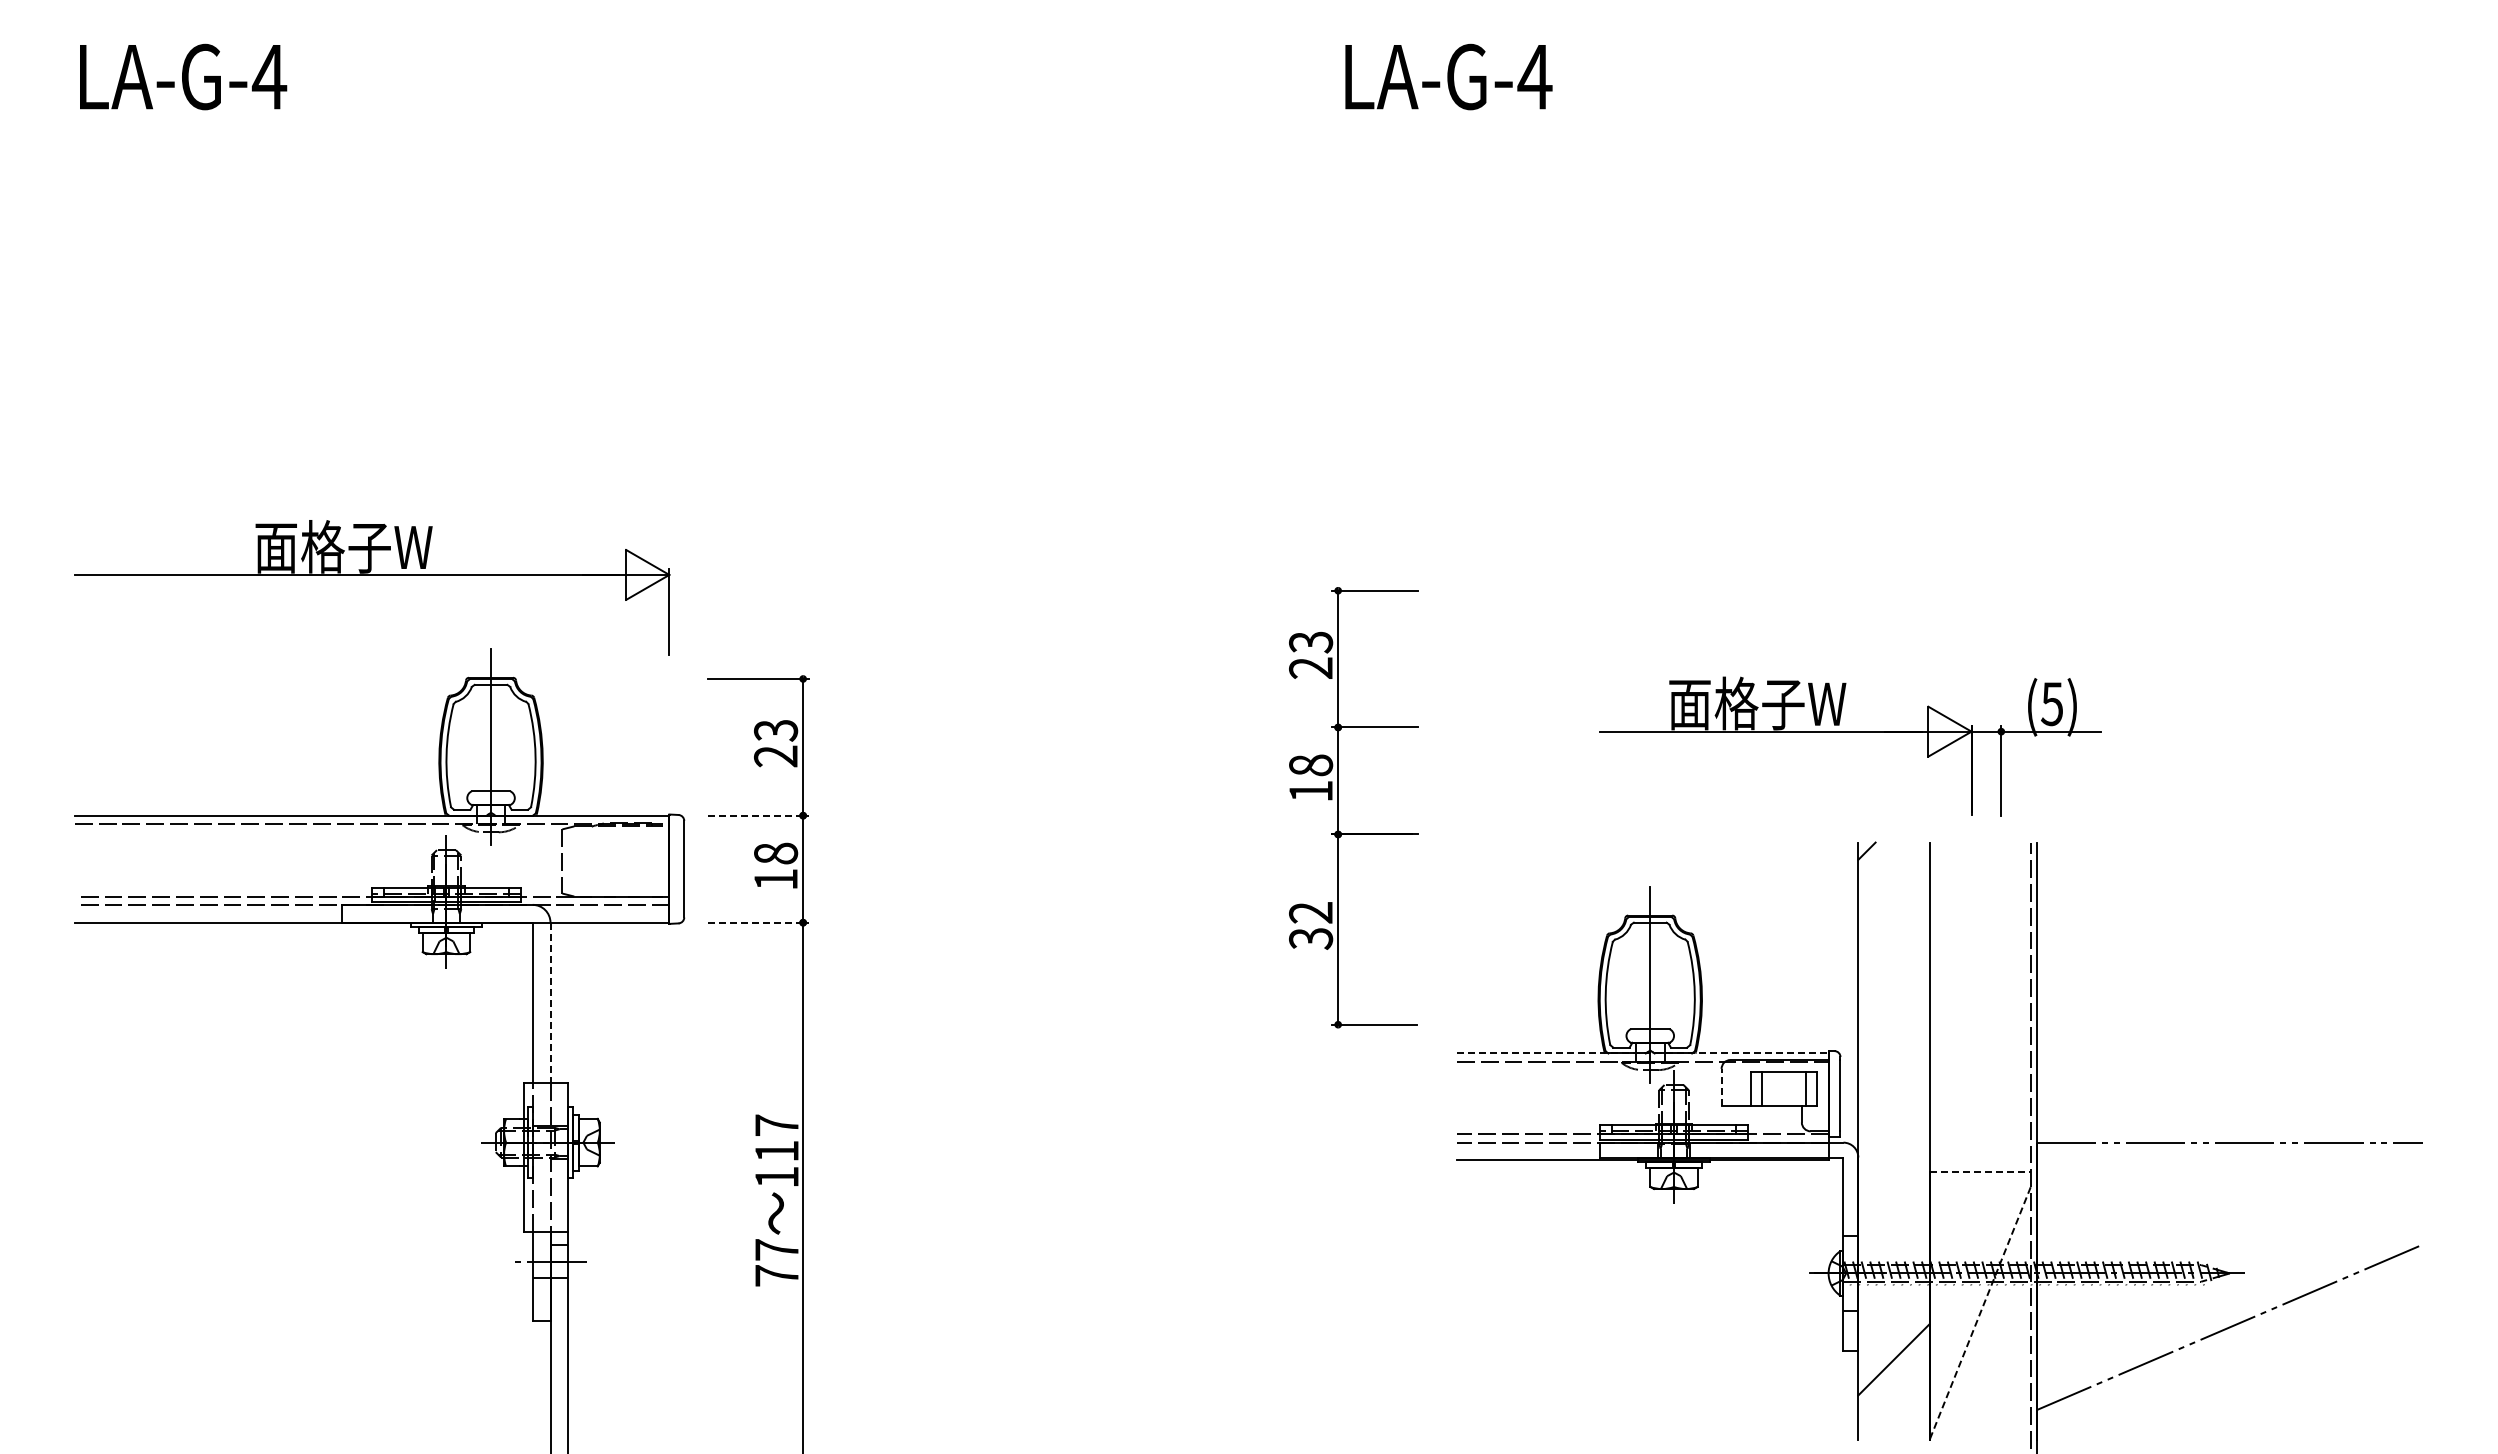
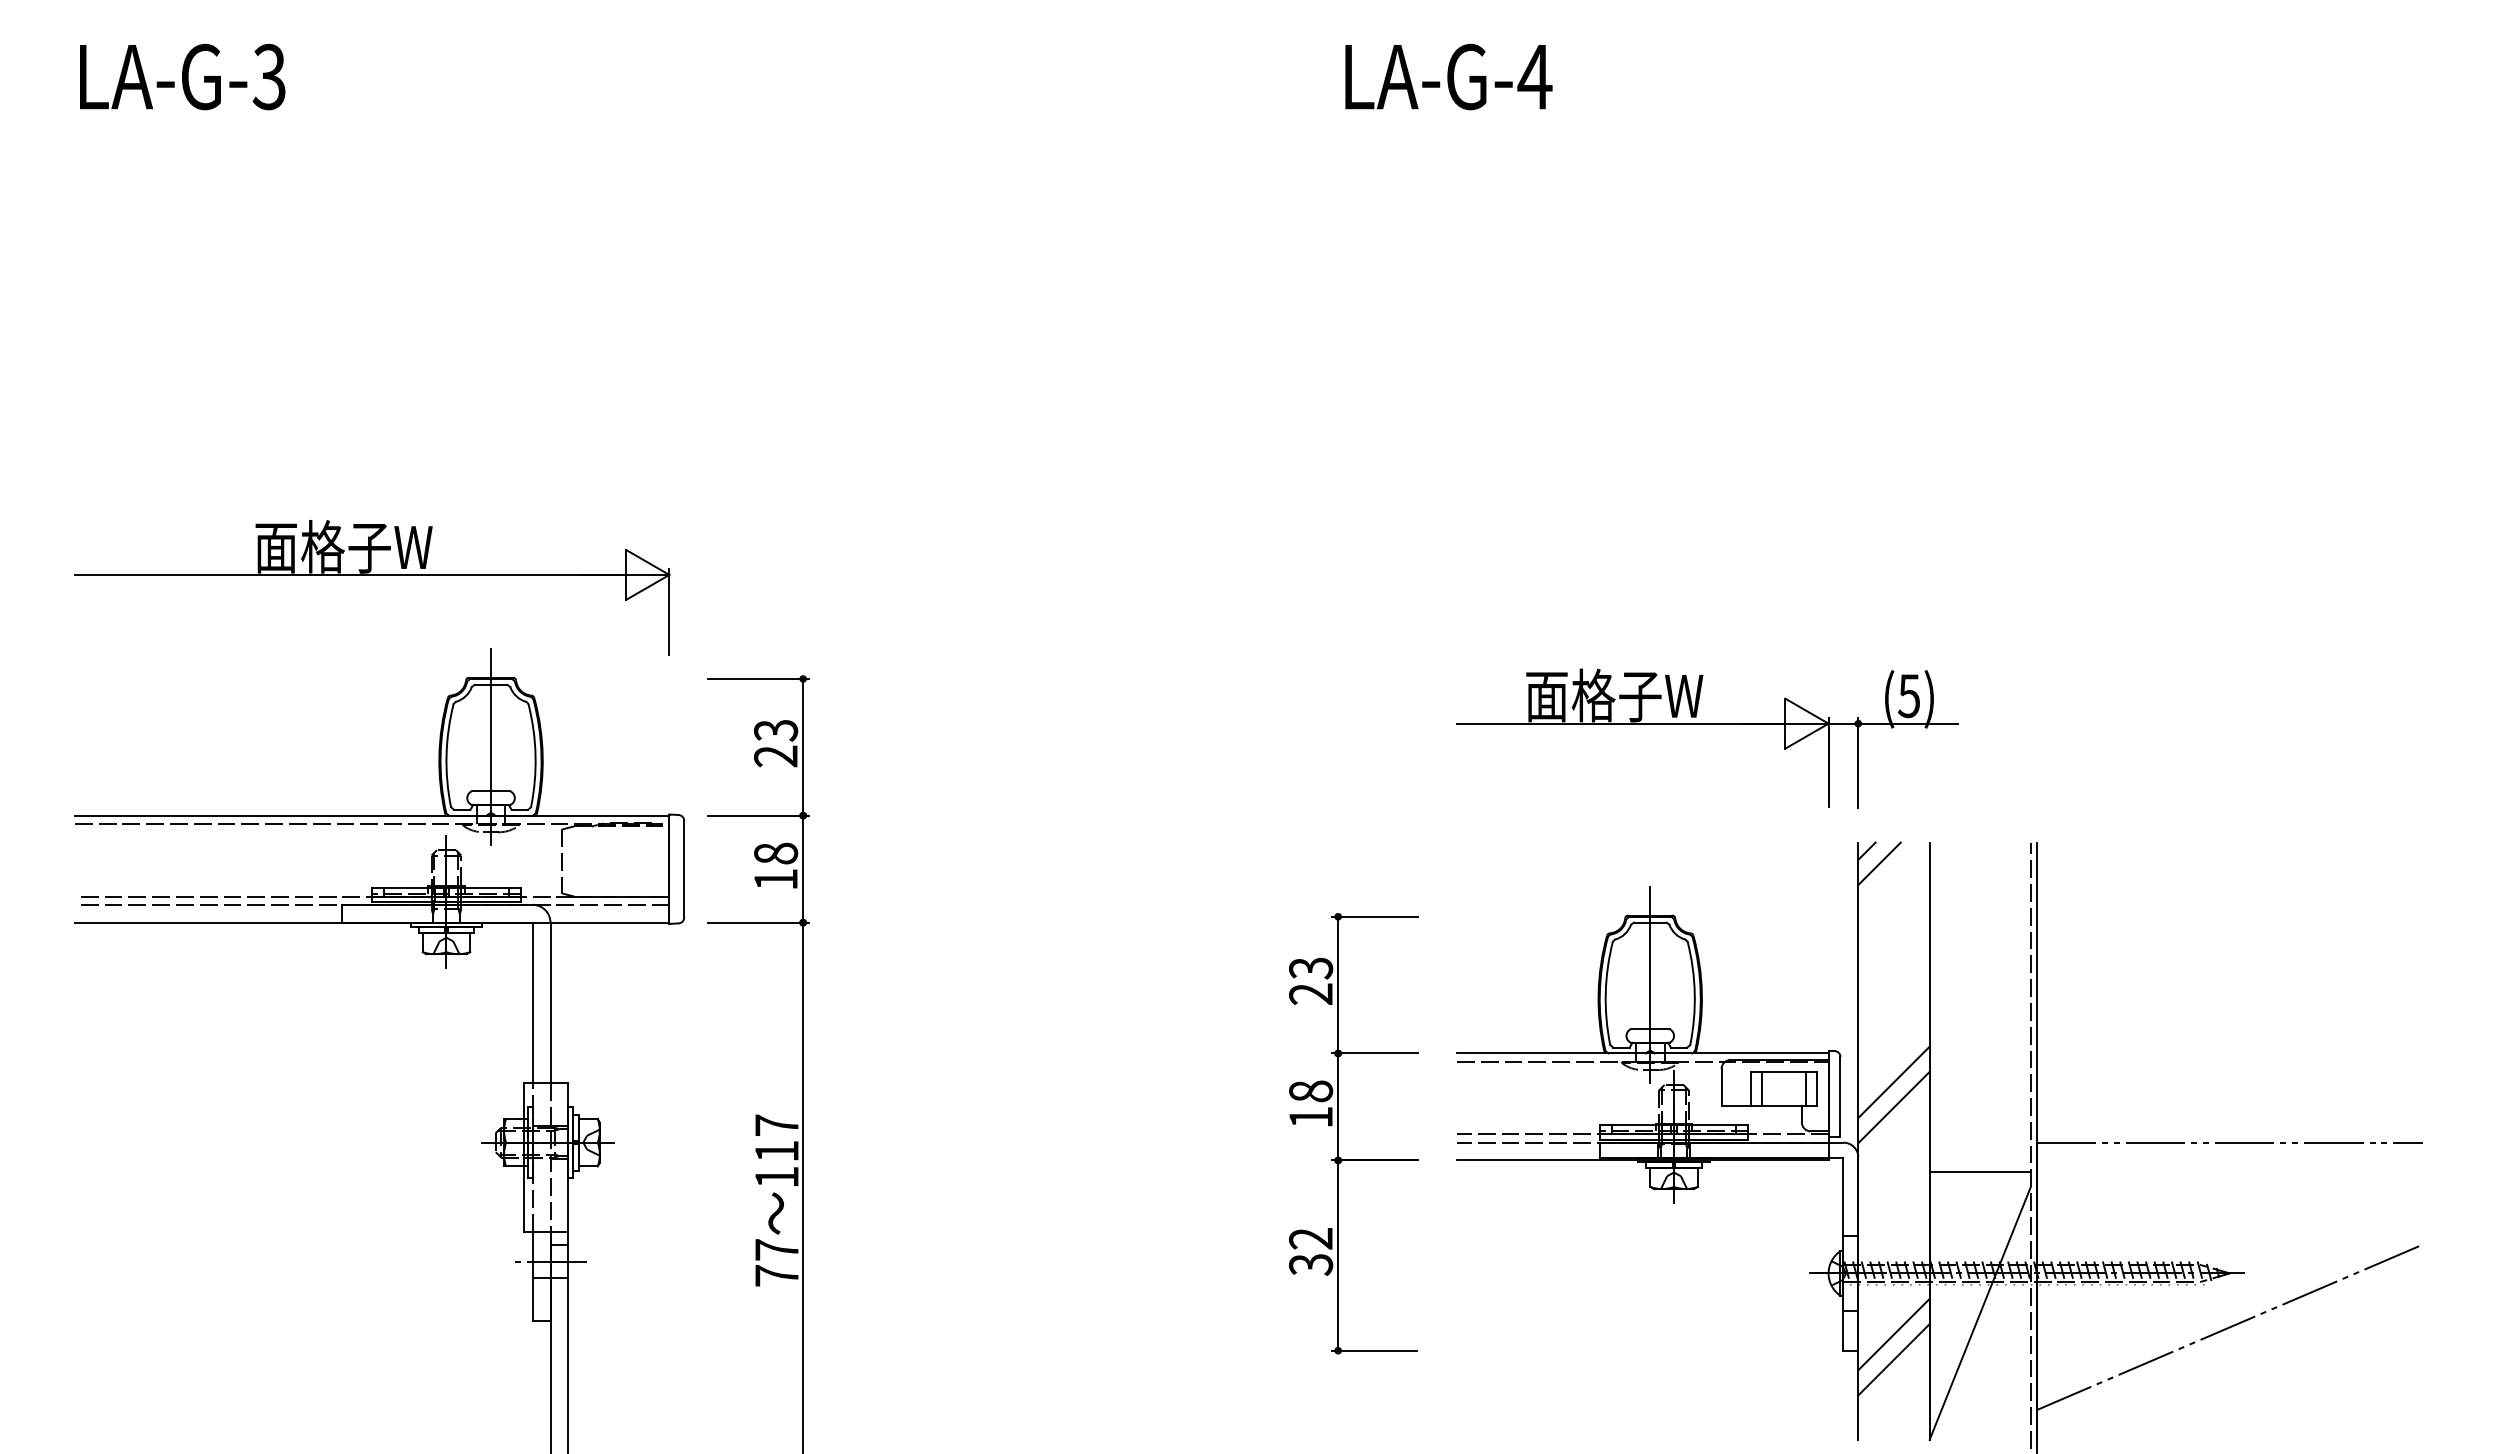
text at (269, 76): LA-G-4 -> LA-G-3
part at (1850, 732) position: (1850, 732) -> (1707, 724)
part at (1338, 807) position: (1338, 807) -> (1338, 1133)
line at (758, 815): dashed -> solid
line at (1879, 863): none -> present
line at (758, 922): dashed -> solid
line at (550, 1003): dashed -> solid
line at (1642, 1053): dashed -> solid
line at (1893, 1082): none -> present
line at (1721, 1087): dashed -> solid
line at (1893, 1107): none -> present
line at (1980, 1172): dashed -> solid
line at (1980, 1314): dashed -> solid
line at (1893, 1334): none -> present
